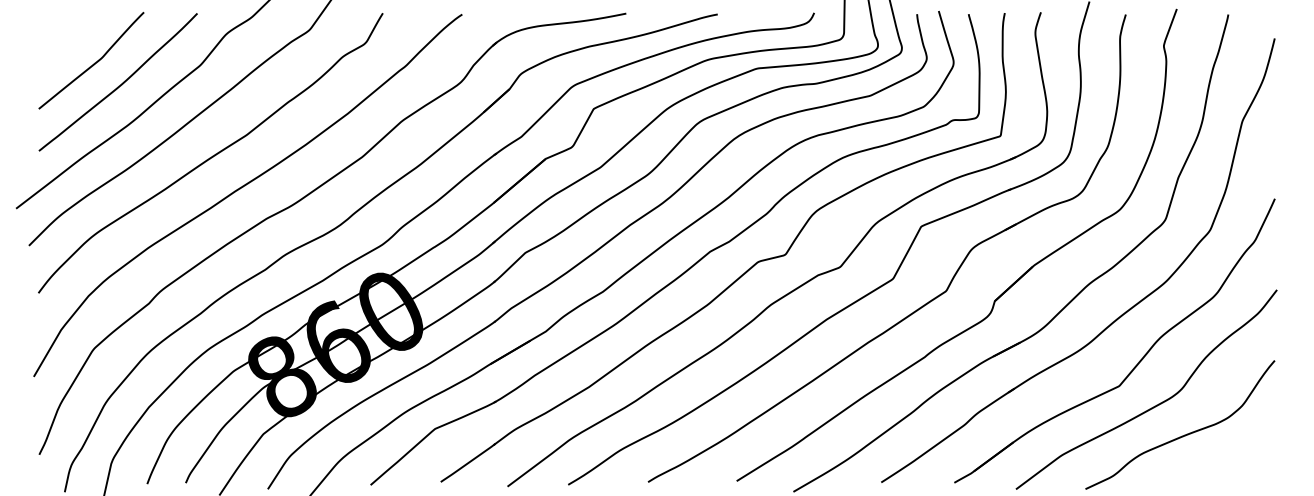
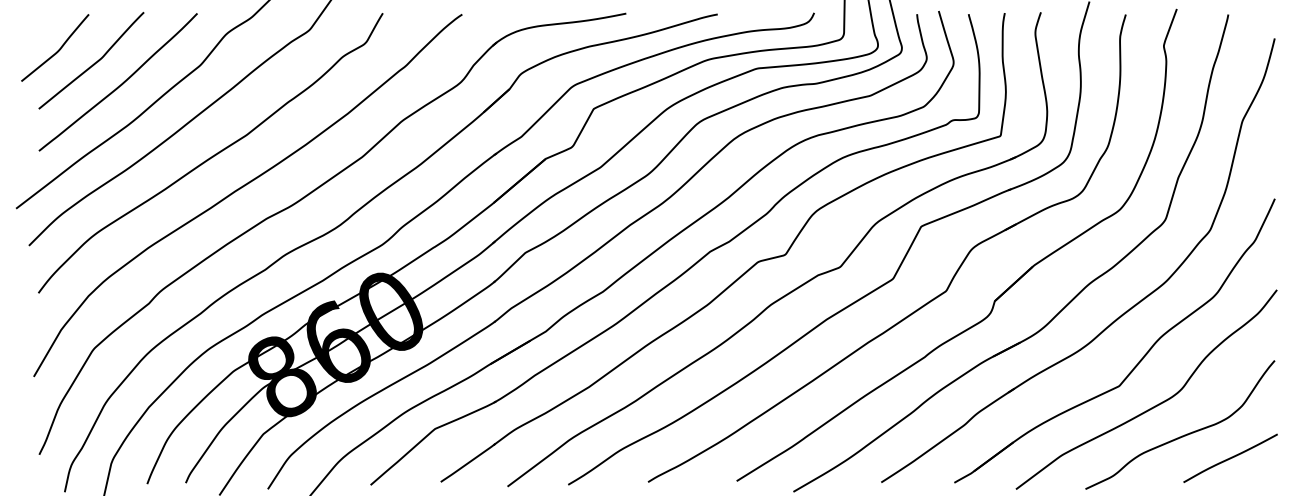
curve at (58, 49): none -> present
line at (1230, 457): none -> present
